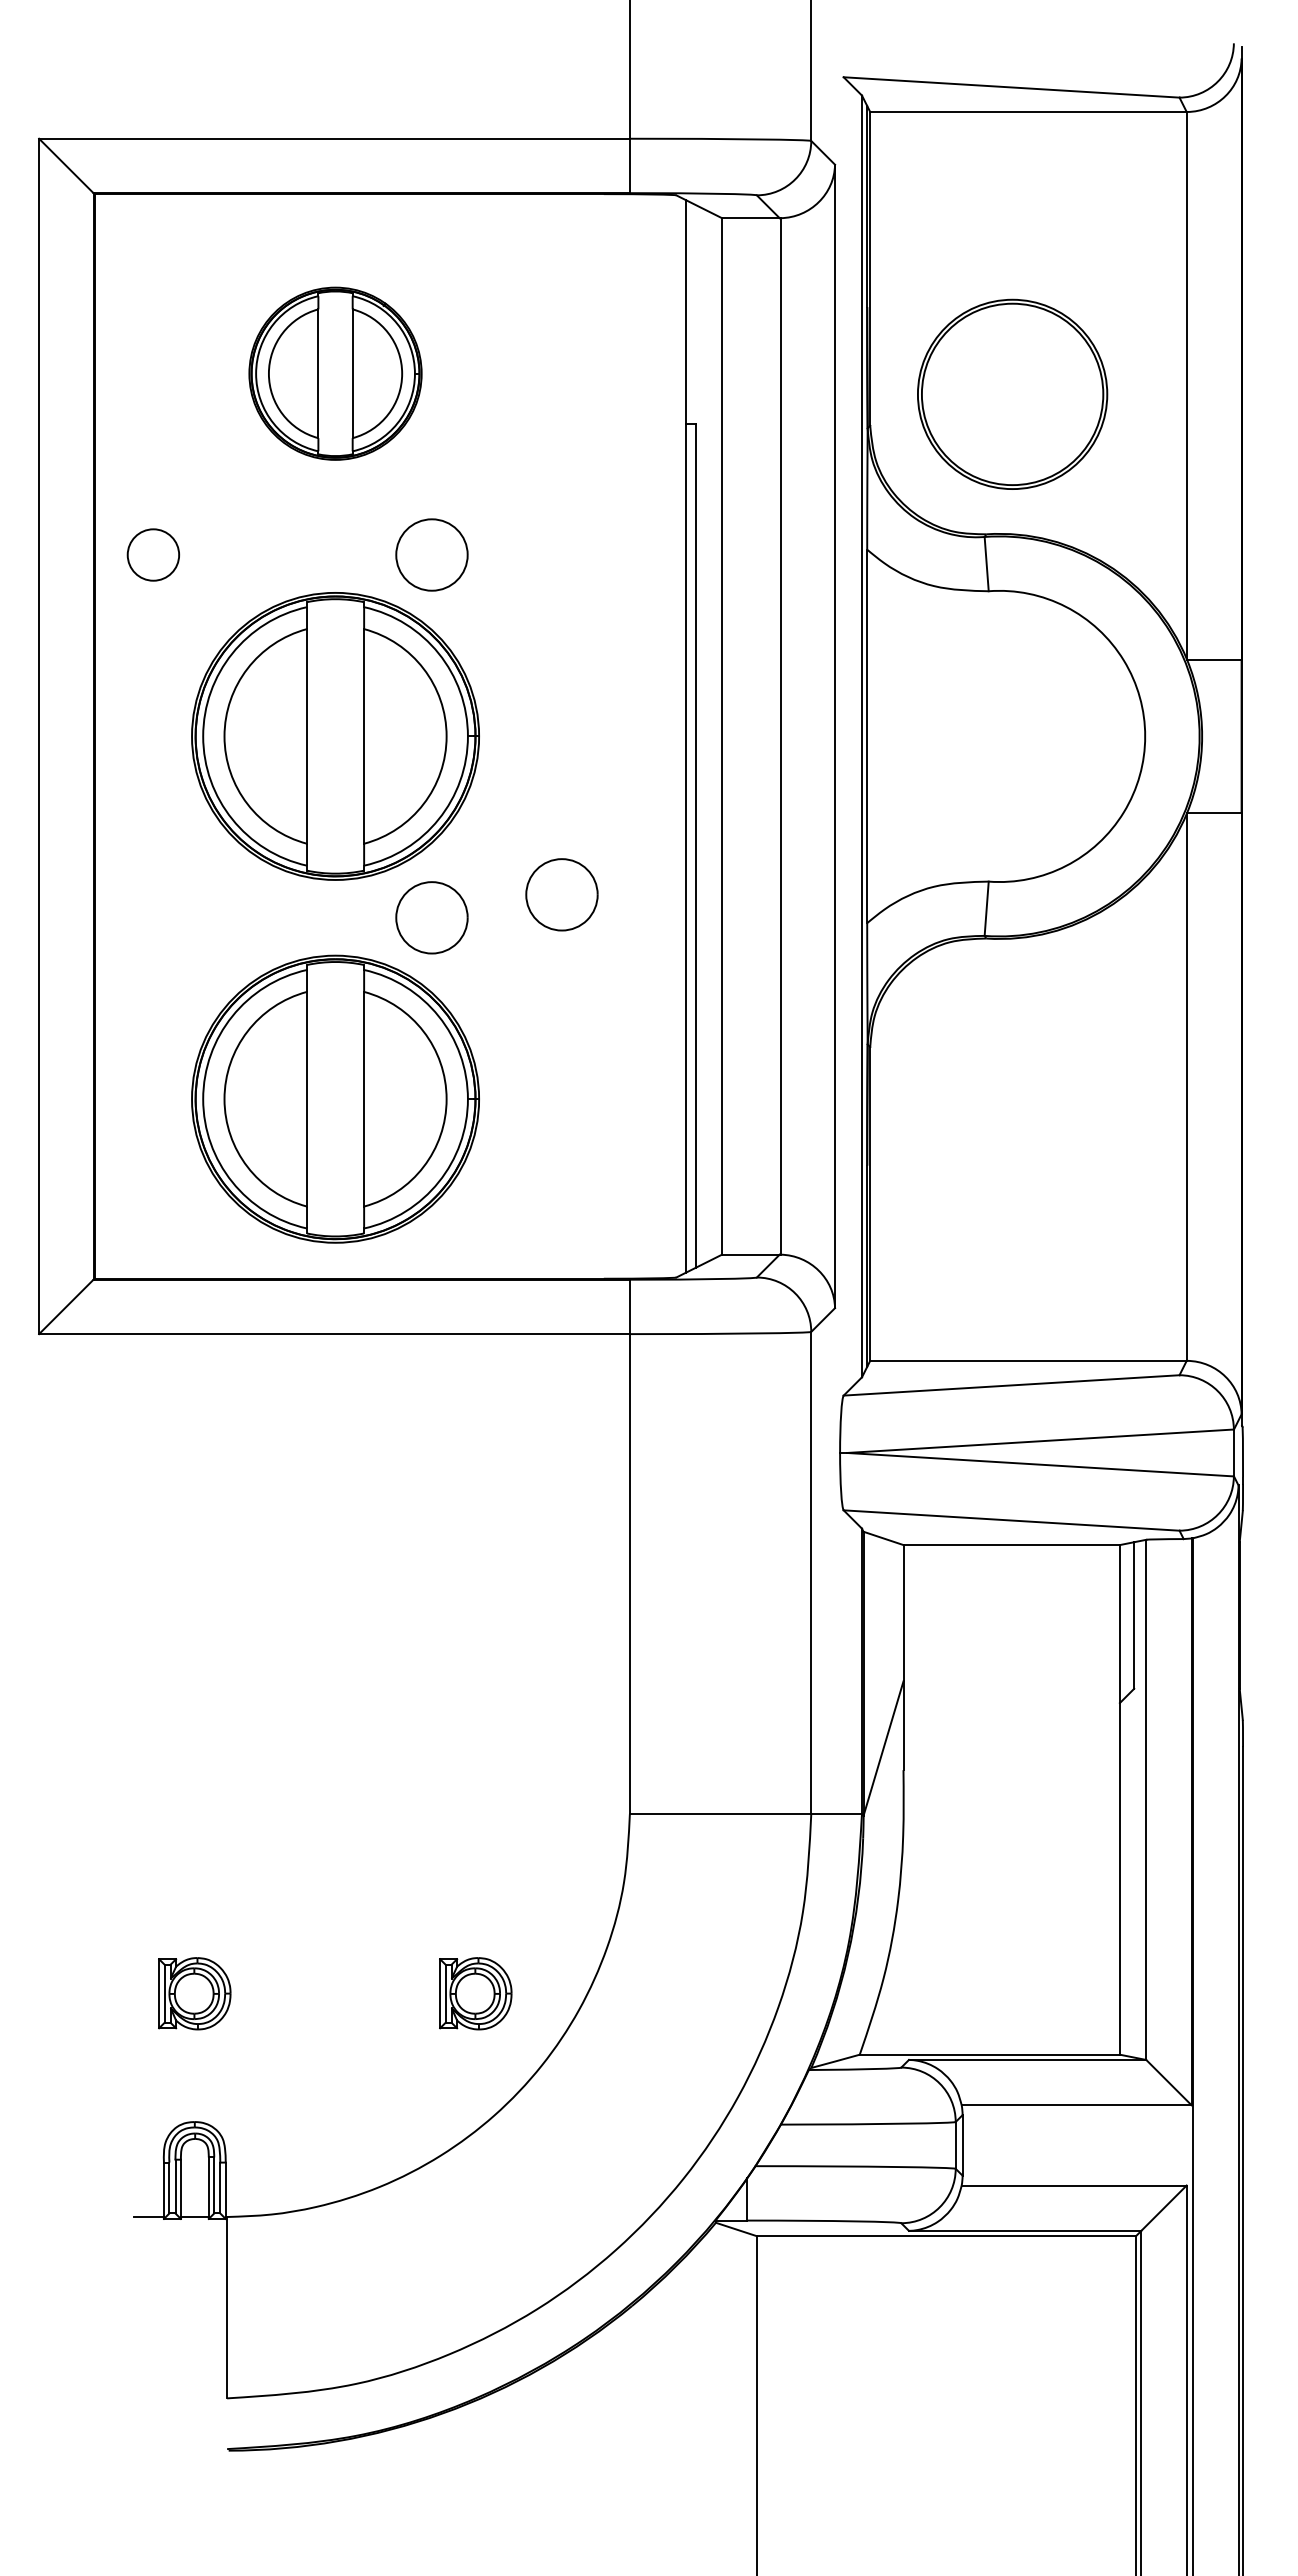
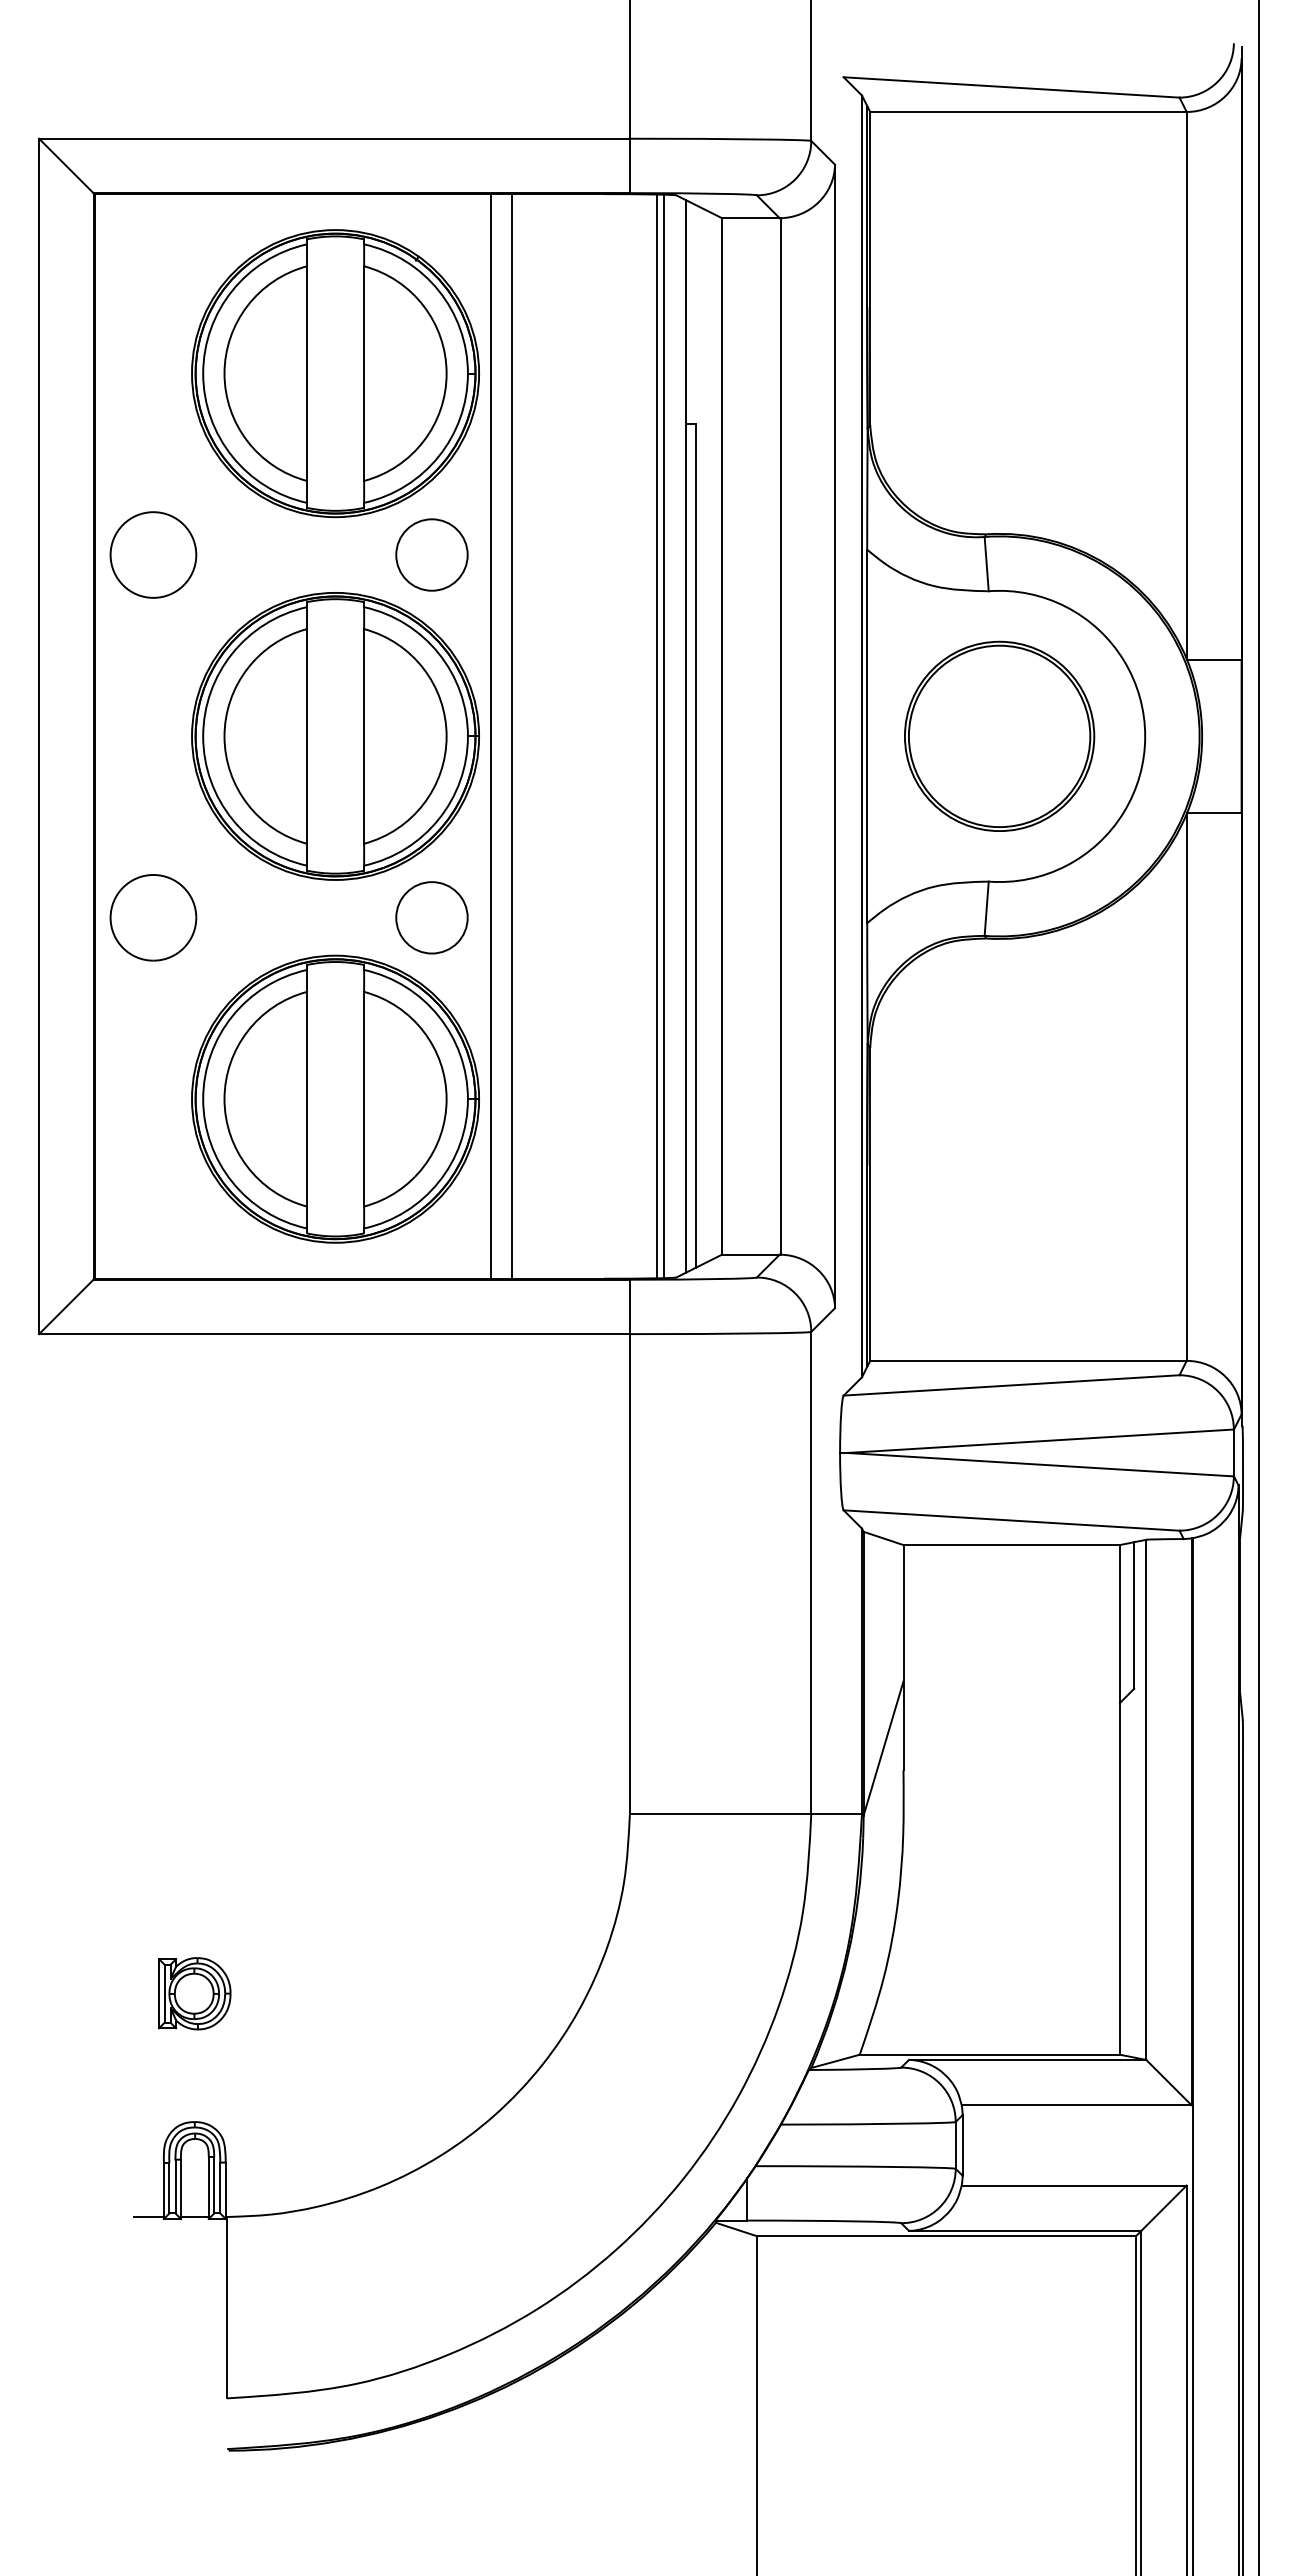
part at (335, 373) size: 175x175 px -> 289x290 px
part at (1012, 393) position: (1012, 393) -> (999, 735)
circle at (153, 554) diameter: 51 px -> 86 px
line at (491, 736): none -> present
line at (511, 736): none -> present
line at (656, 736): none -> present
line at (664, 736): none -> present
part at (561, 894): present -> none
part at (153, 917): none -> present
line at (1258, 1287): none -> present
part at (475, 1993): present -> none
